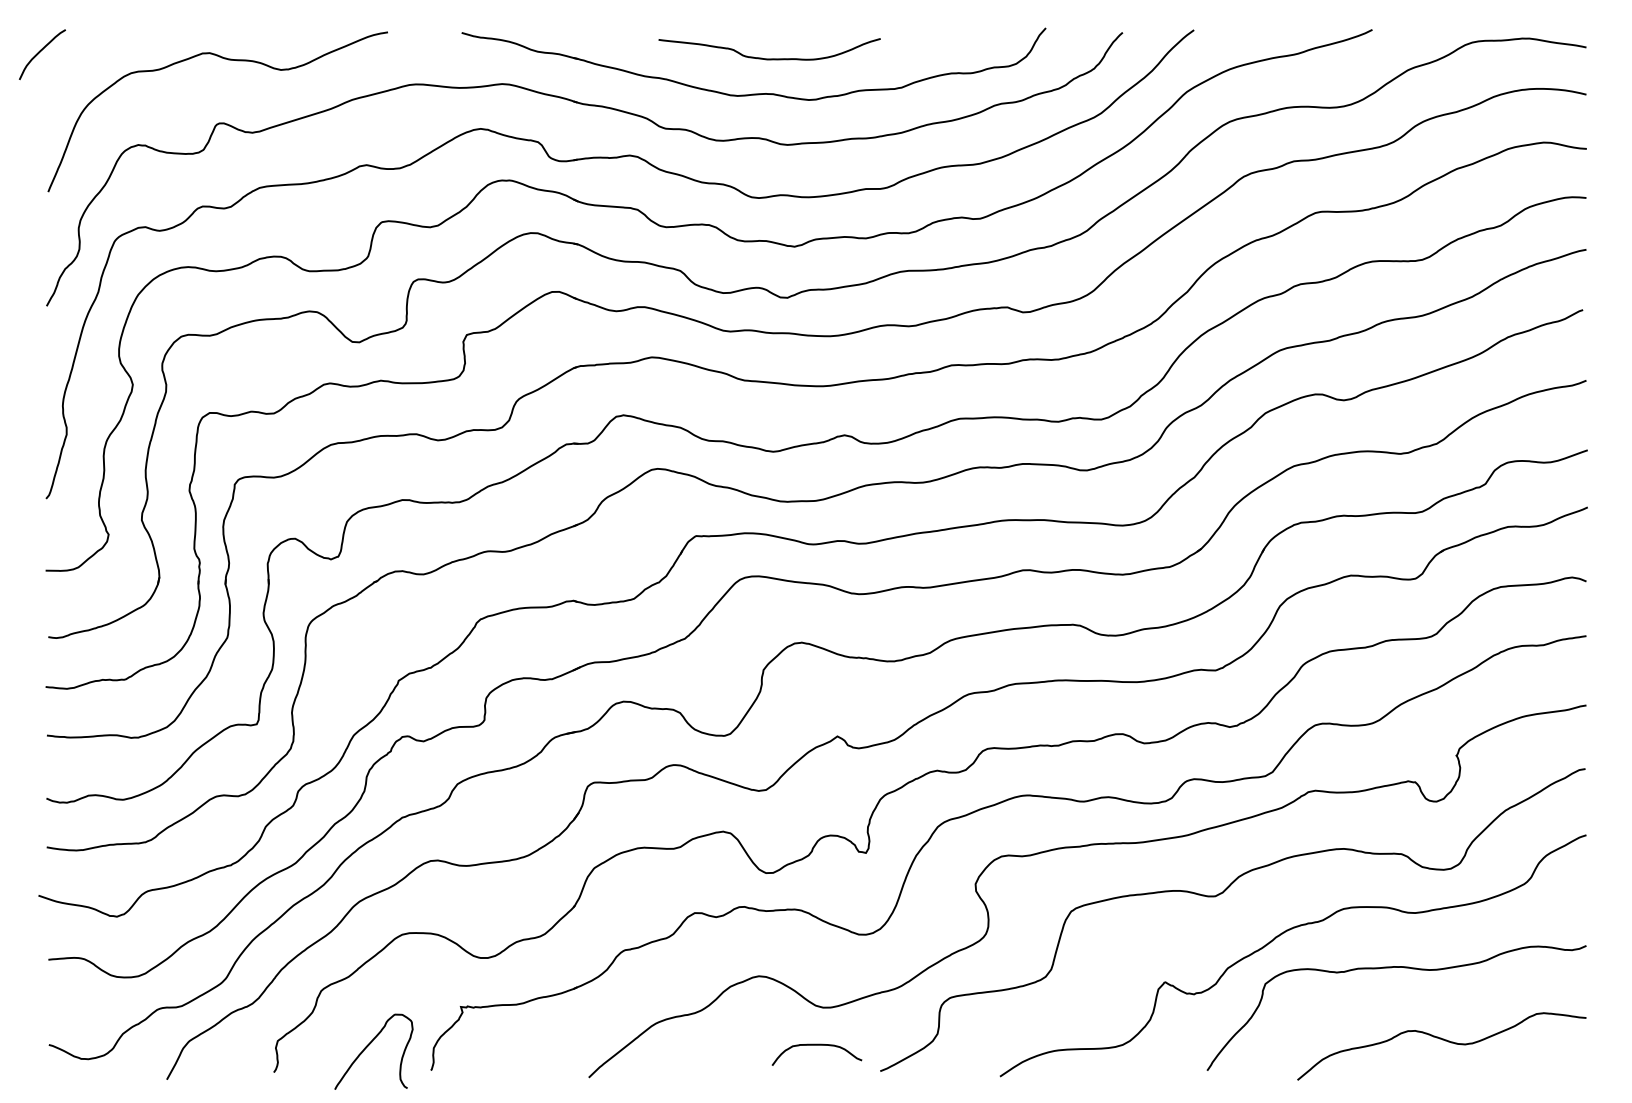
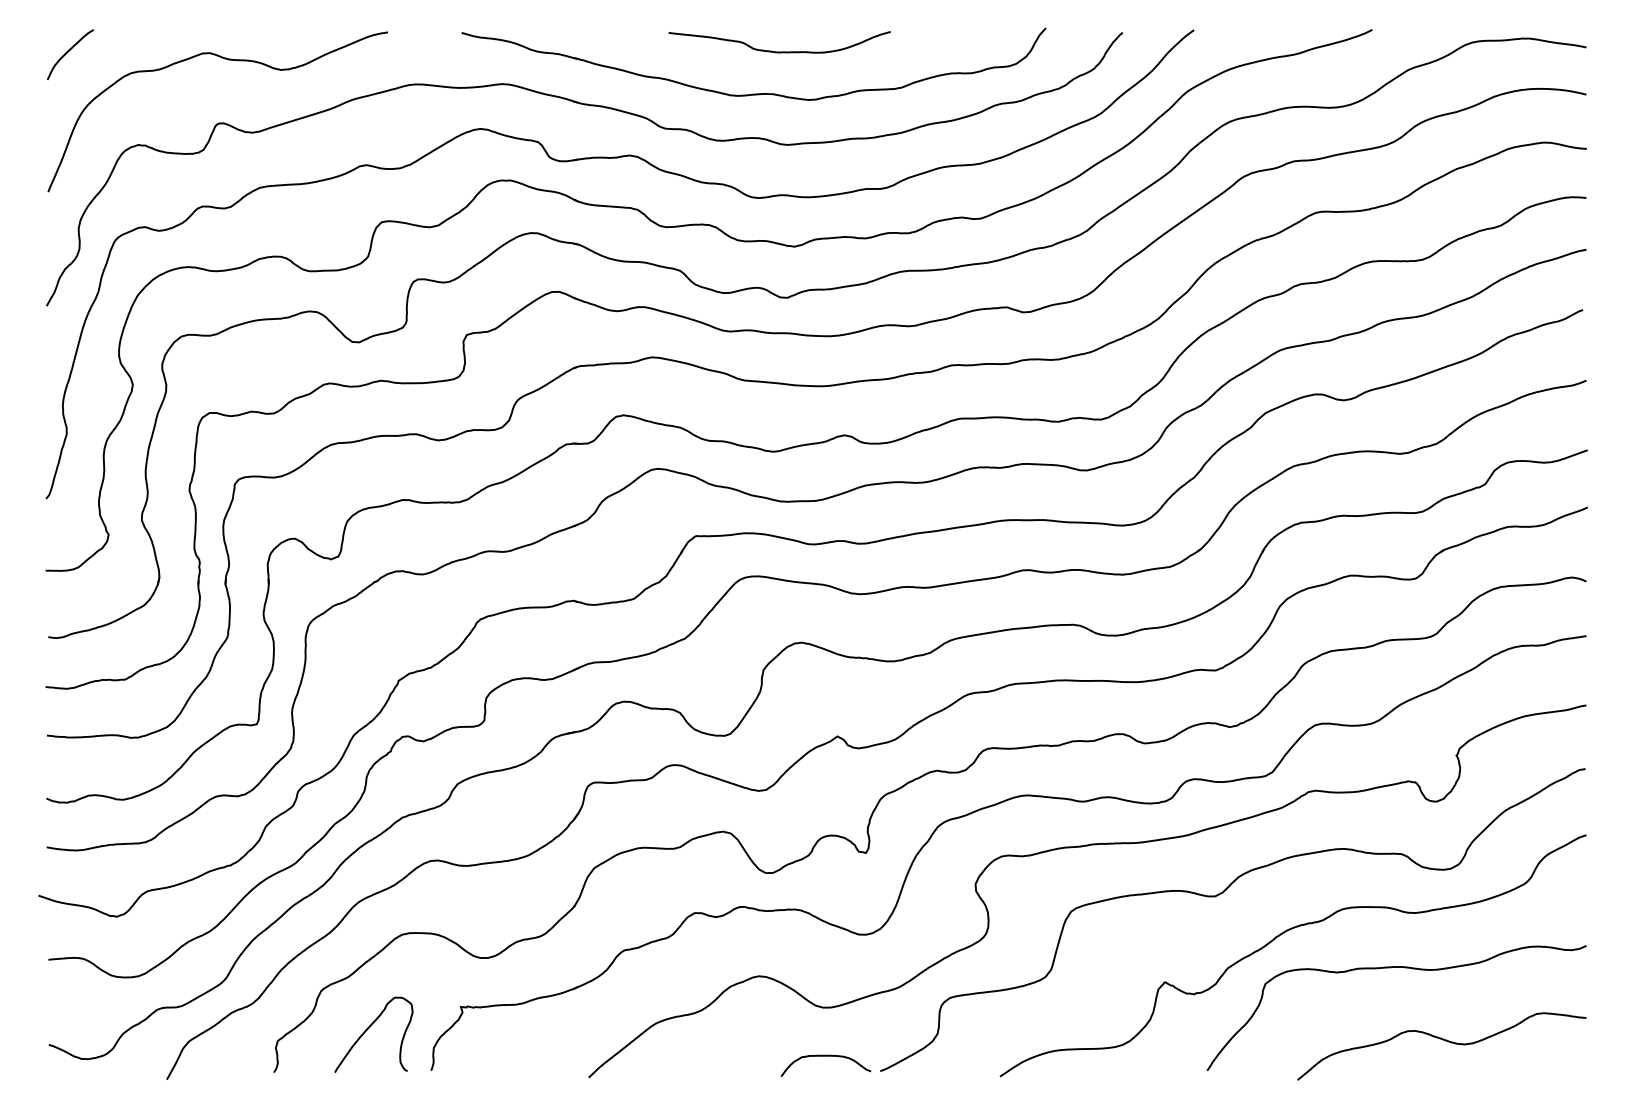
curve at (40, 52) position: (40, 52) -> (68, 52)
curve at (769, 58) position: (769, 58) -> (779, 51)
curve at (816, 1045) position: (816, 1045) -> (825, 1056)
curve at (368, 1046) position: (368, 1046) -> (368, 1029)
